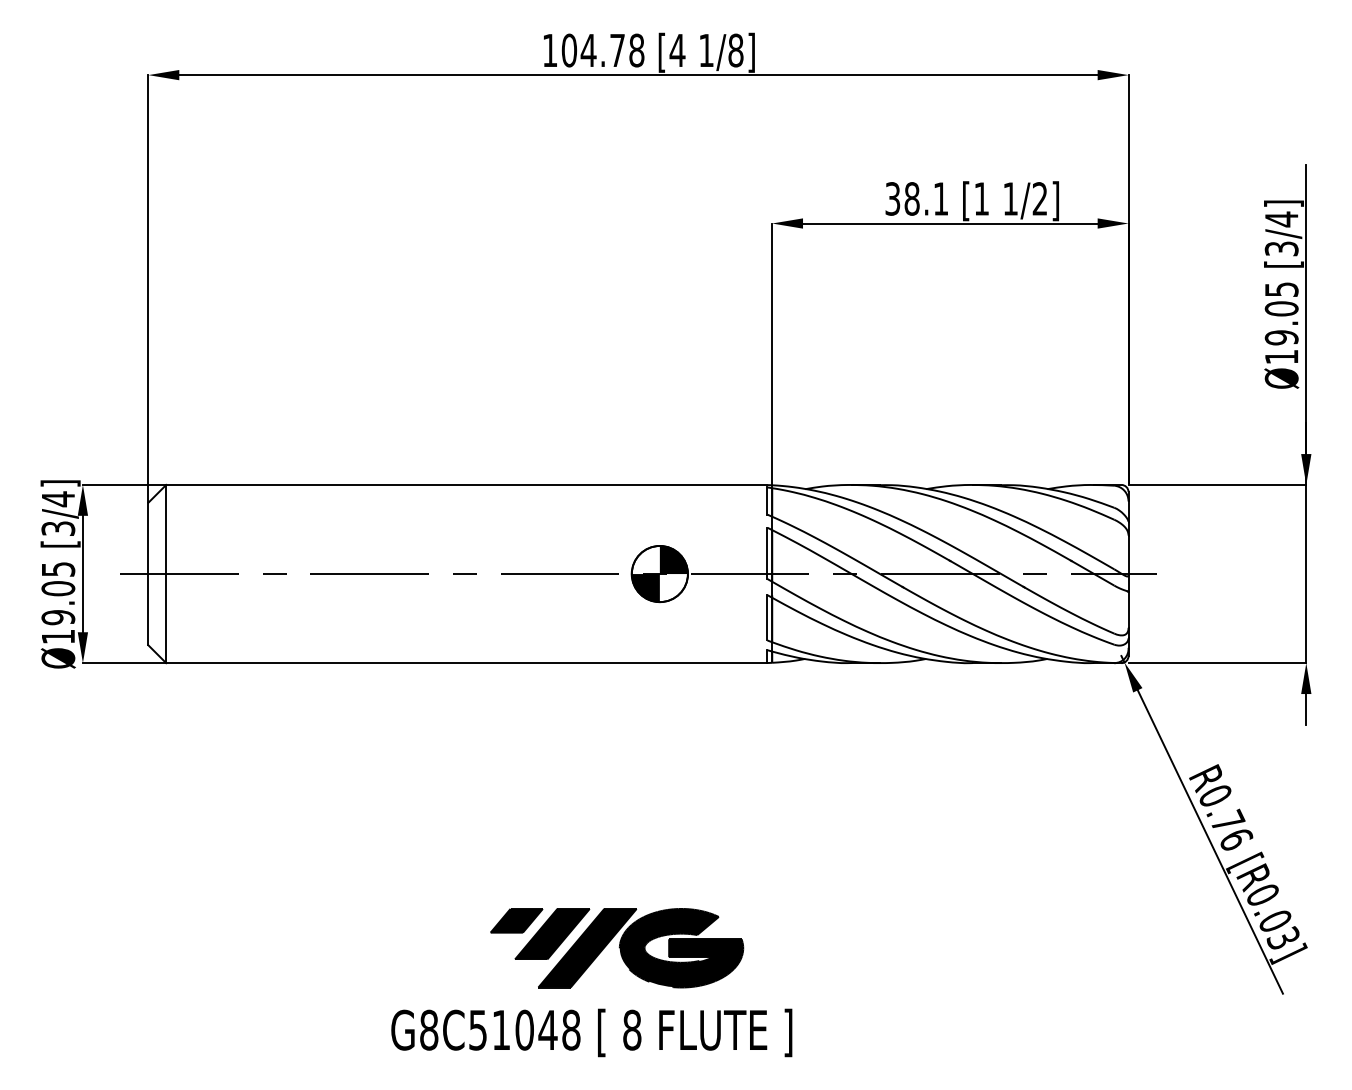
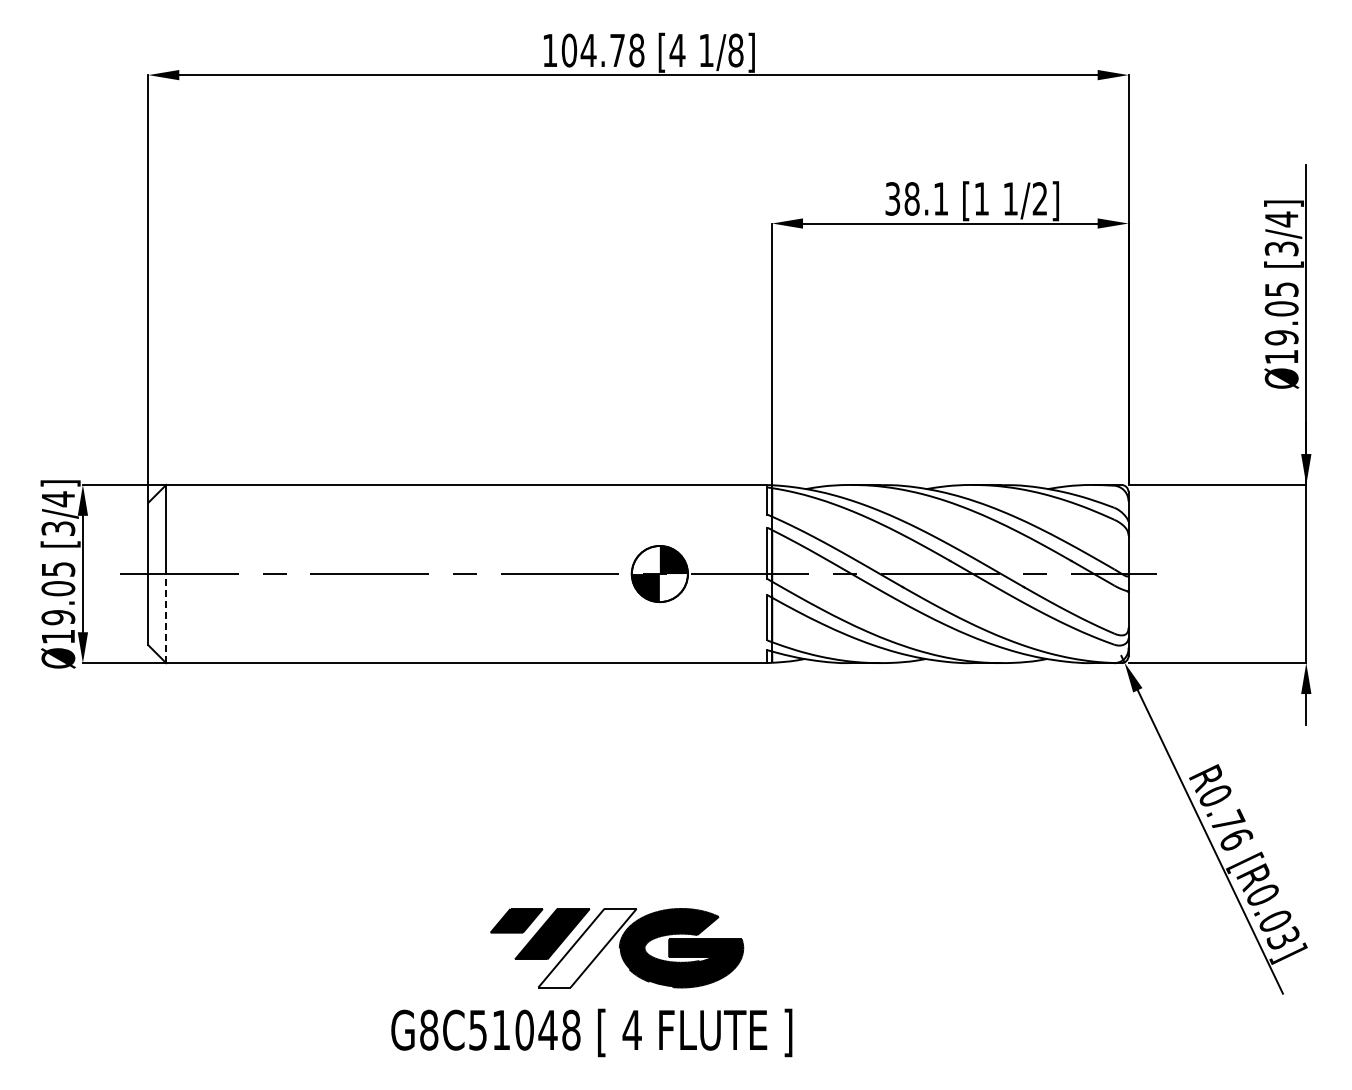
line at (166, 618): solid -> dashed
fill at (587, 947): present -> none
text at (631, 1029): 8 -> 4
